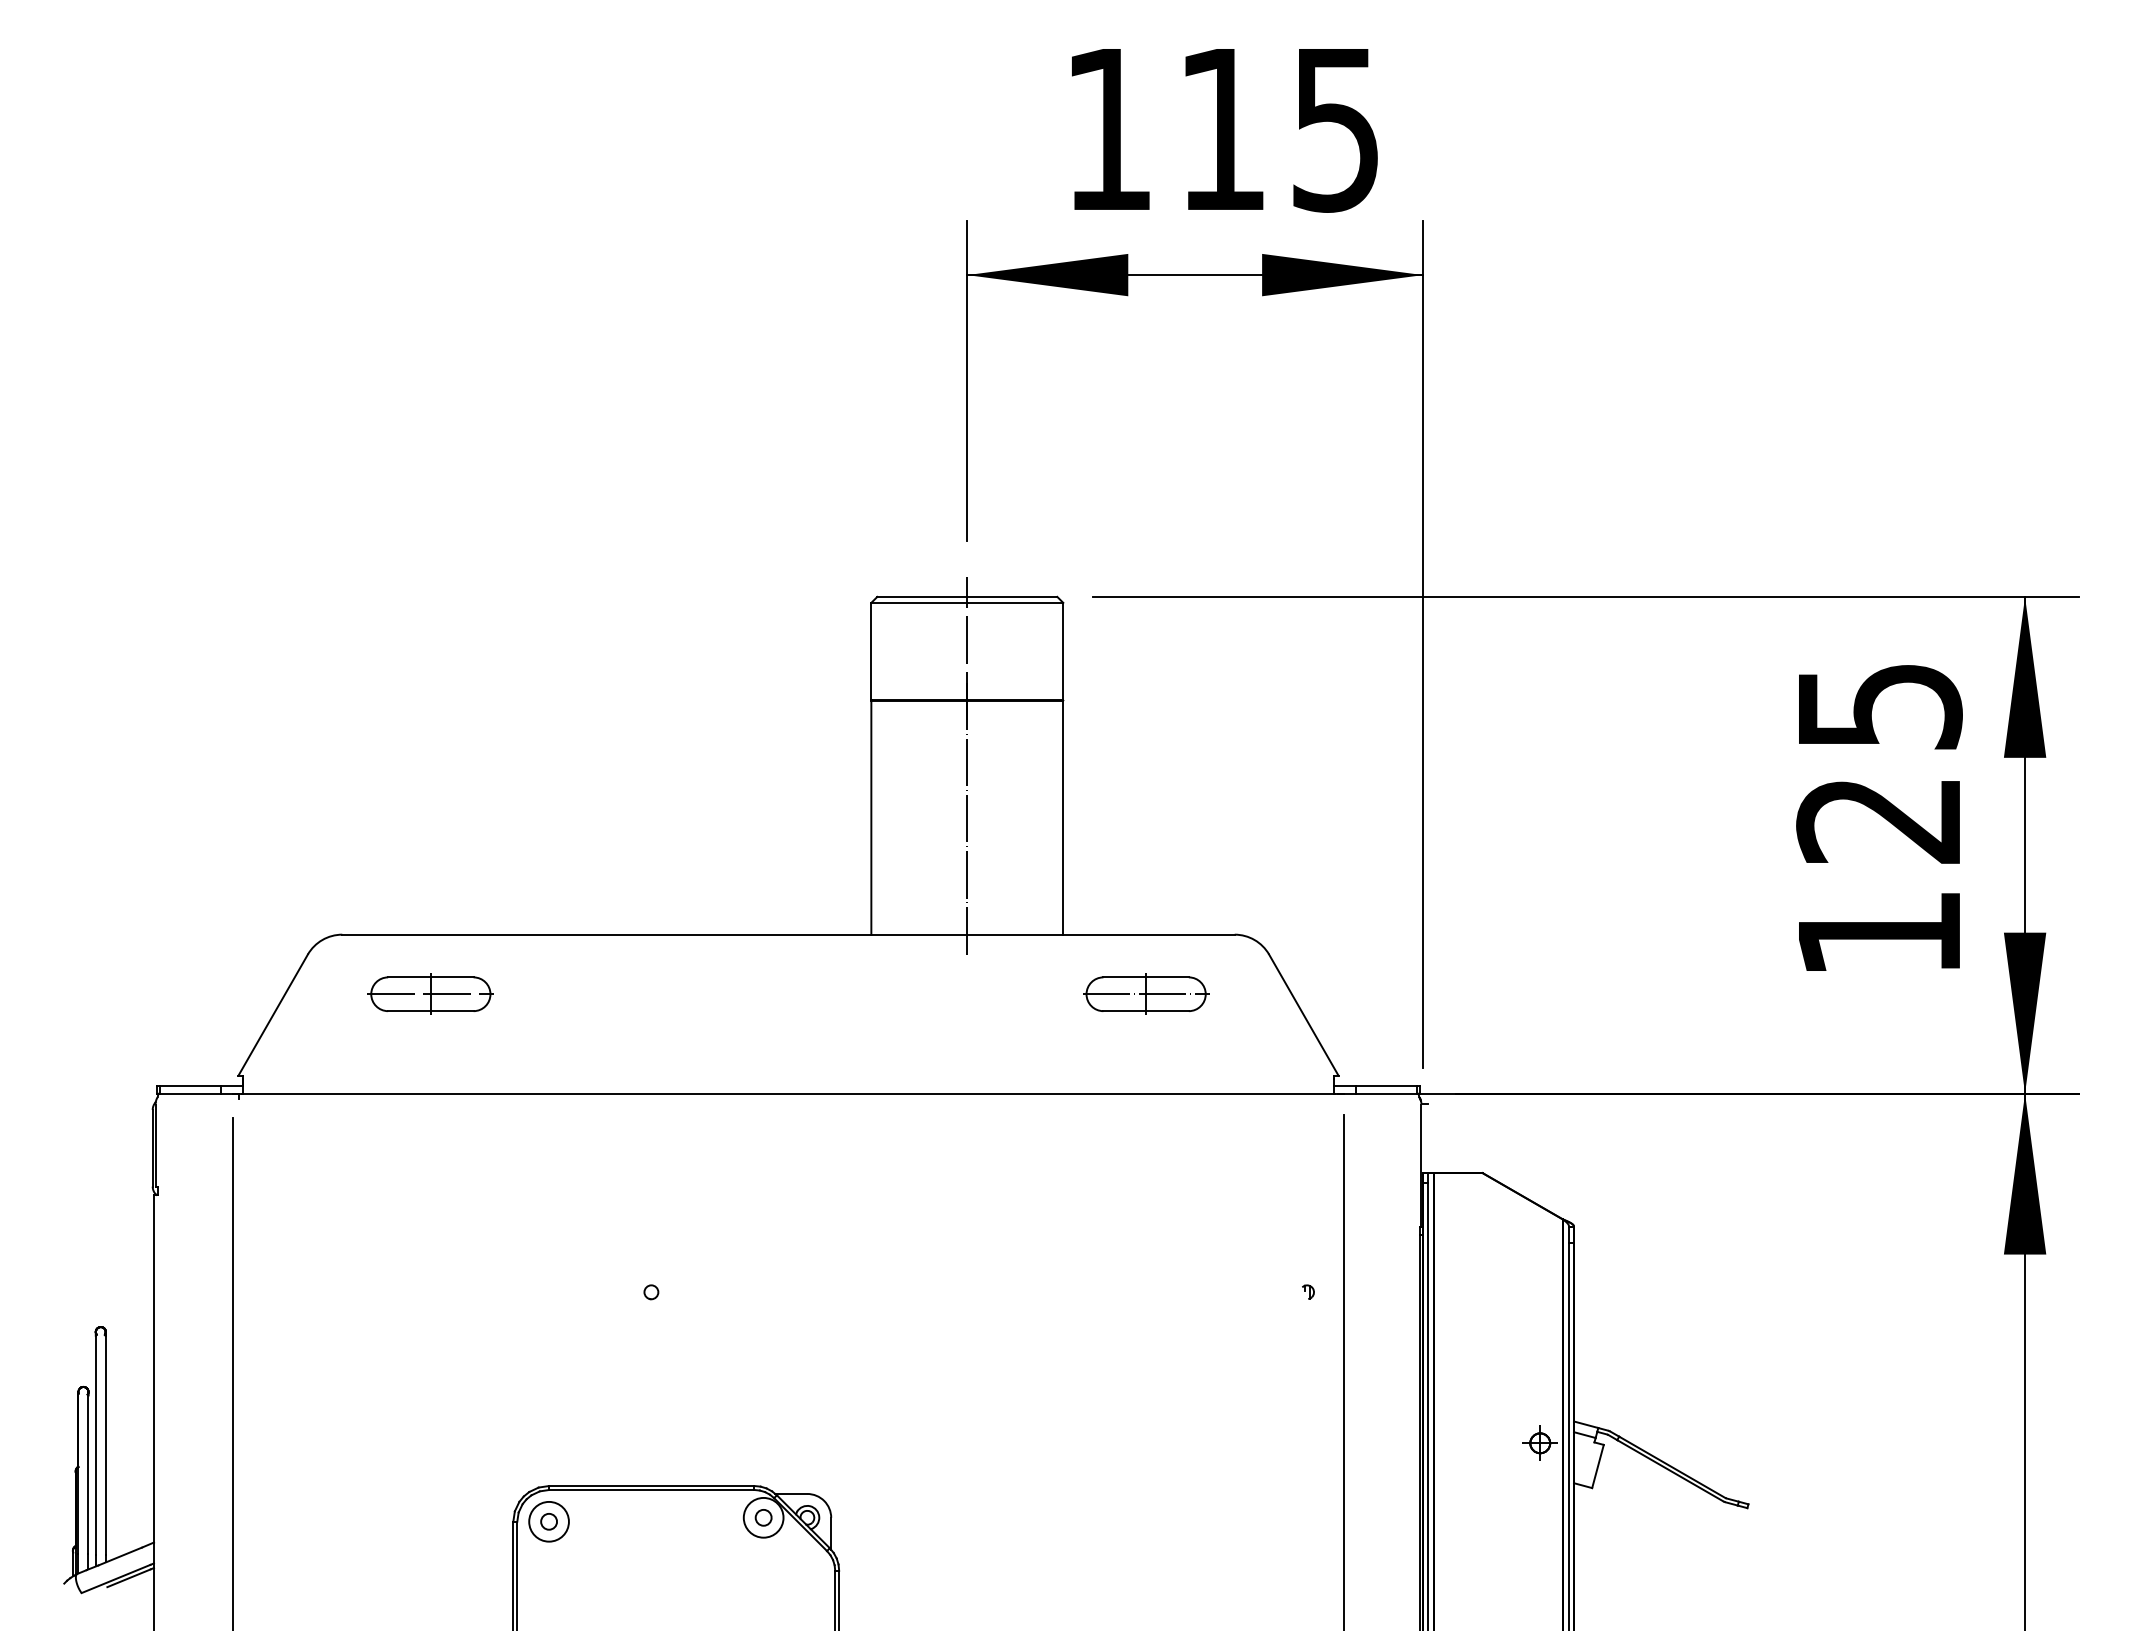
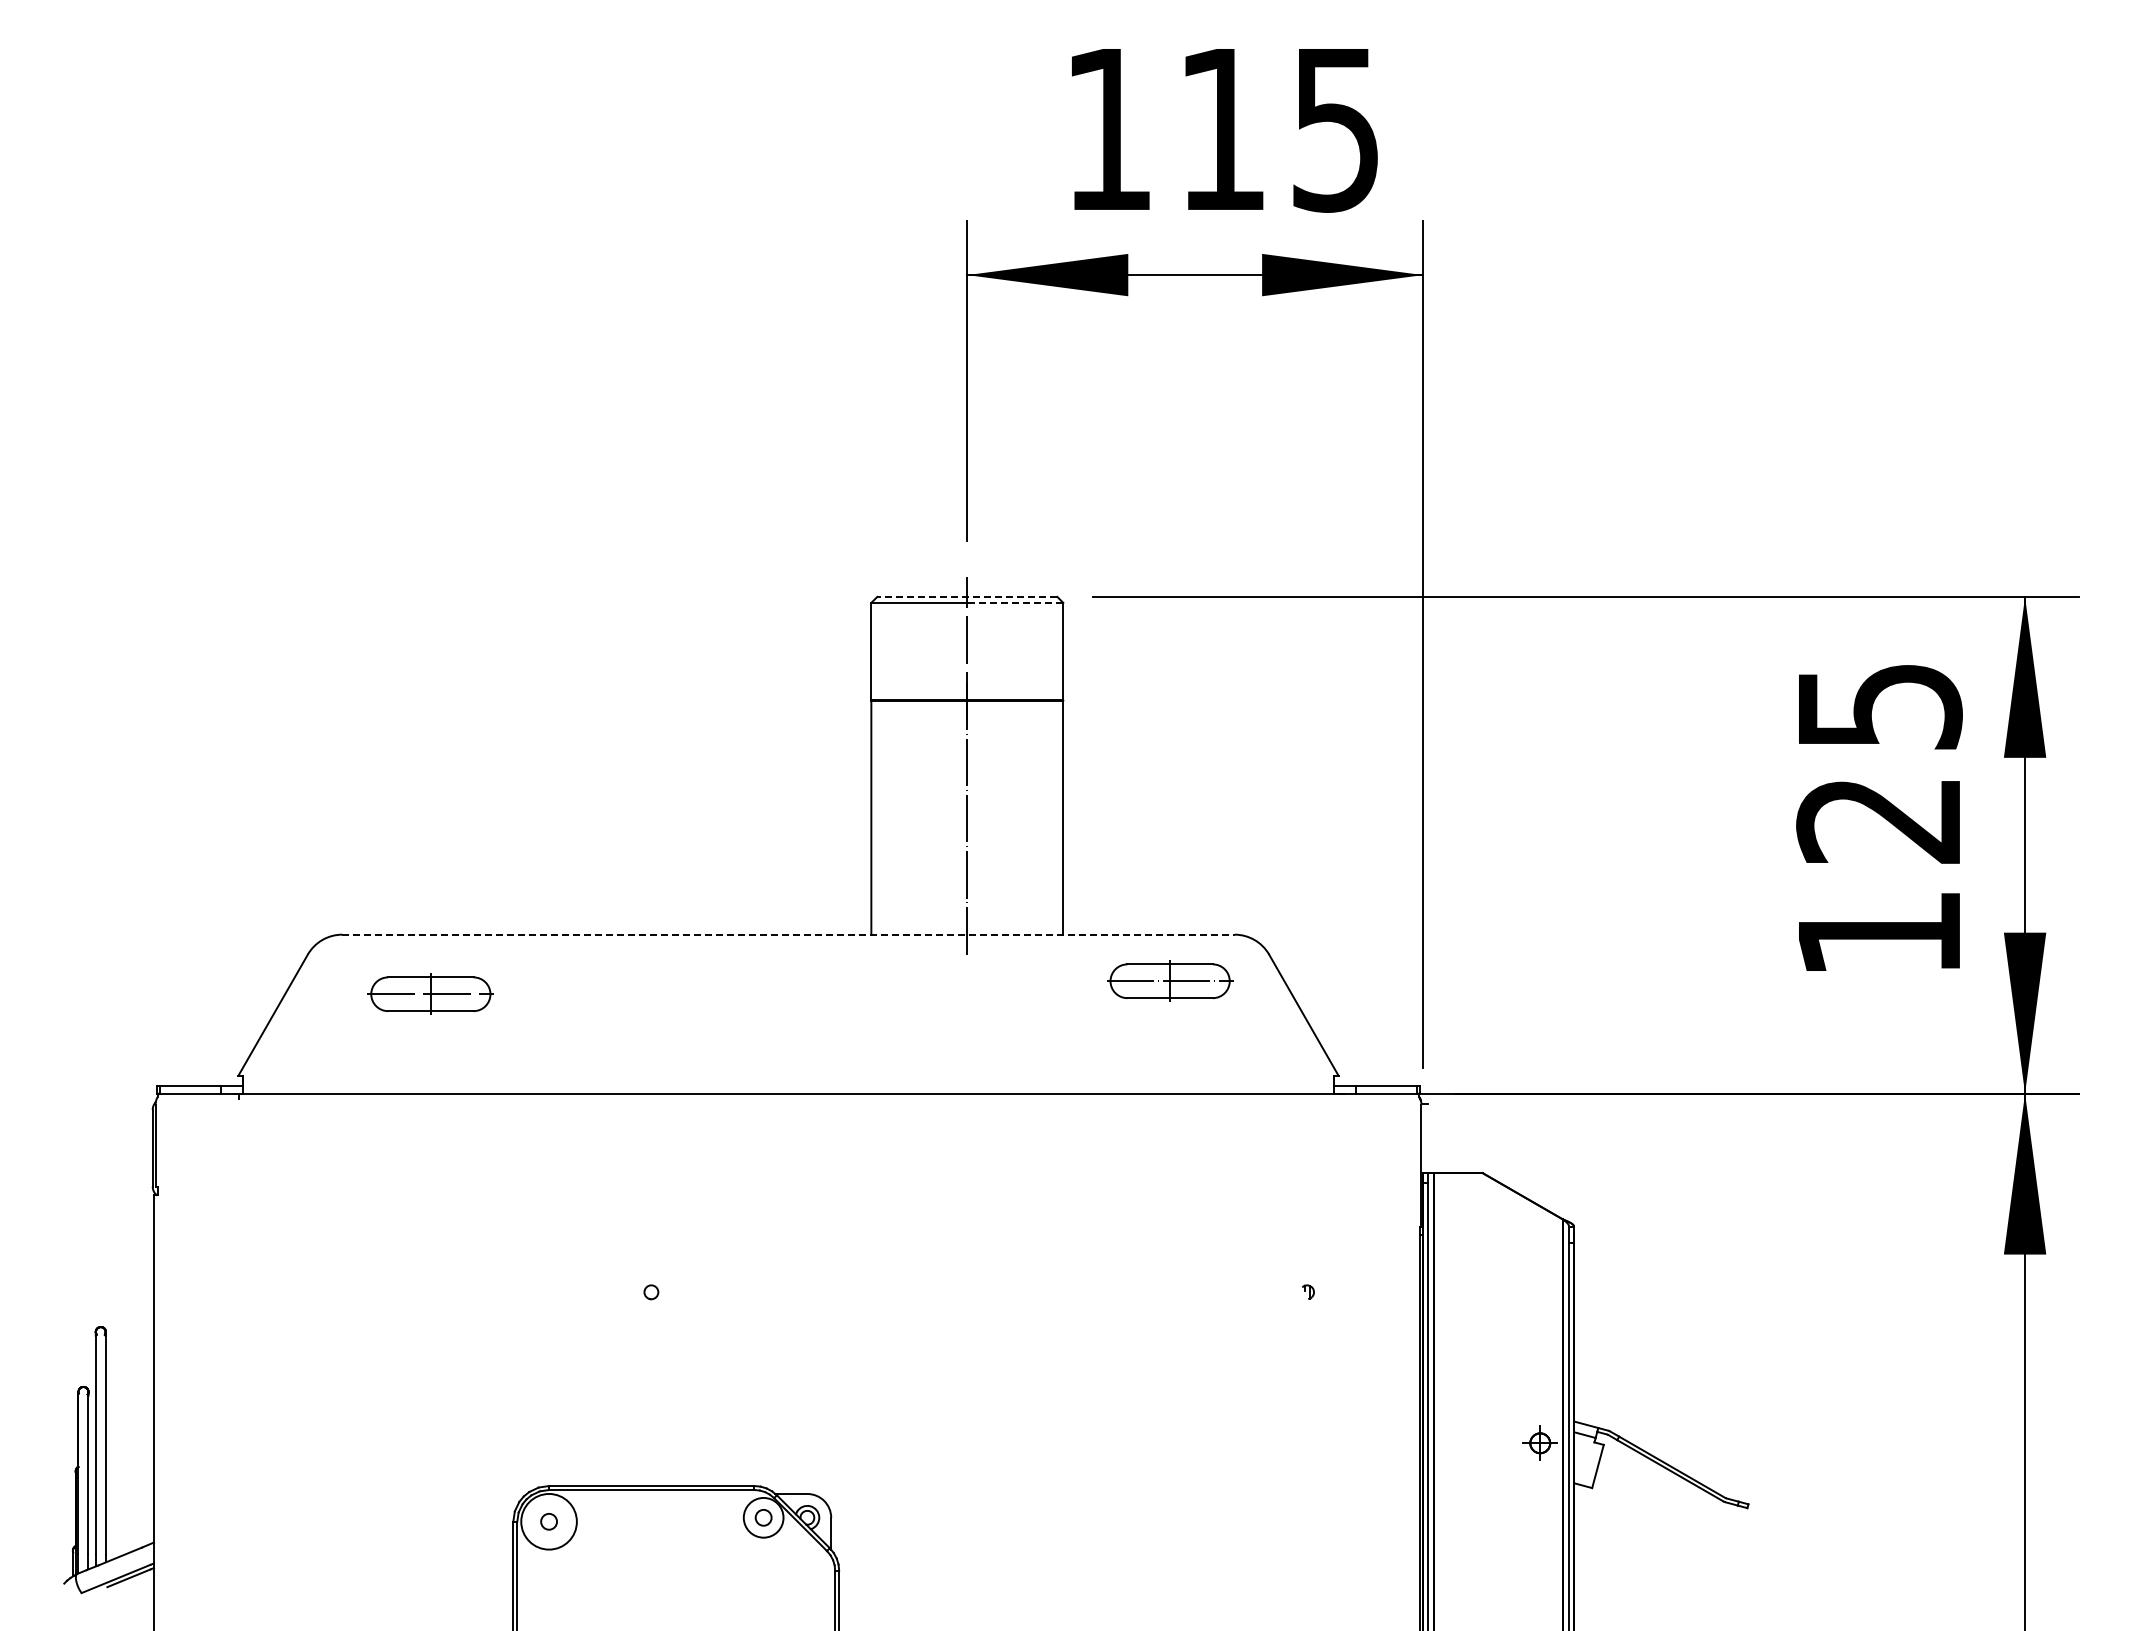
line at (966, 596): solid -> dashed
line at (1015, 602): solid -> dashed
line at (789, 934): solid -> dashed
part at (1146, 993) position: (1146, 993) -> (1170, 980)
line at (1343, 1371): present -> none
line at (233, 1372): present -> none
circle at (548, 1521) diameter: 40 px -> 56 px
